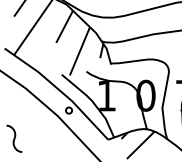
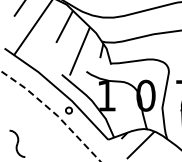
line at (54, 112): solid -> dashed
part at (14, 138) position: (14, 138) -> (17, 143)
